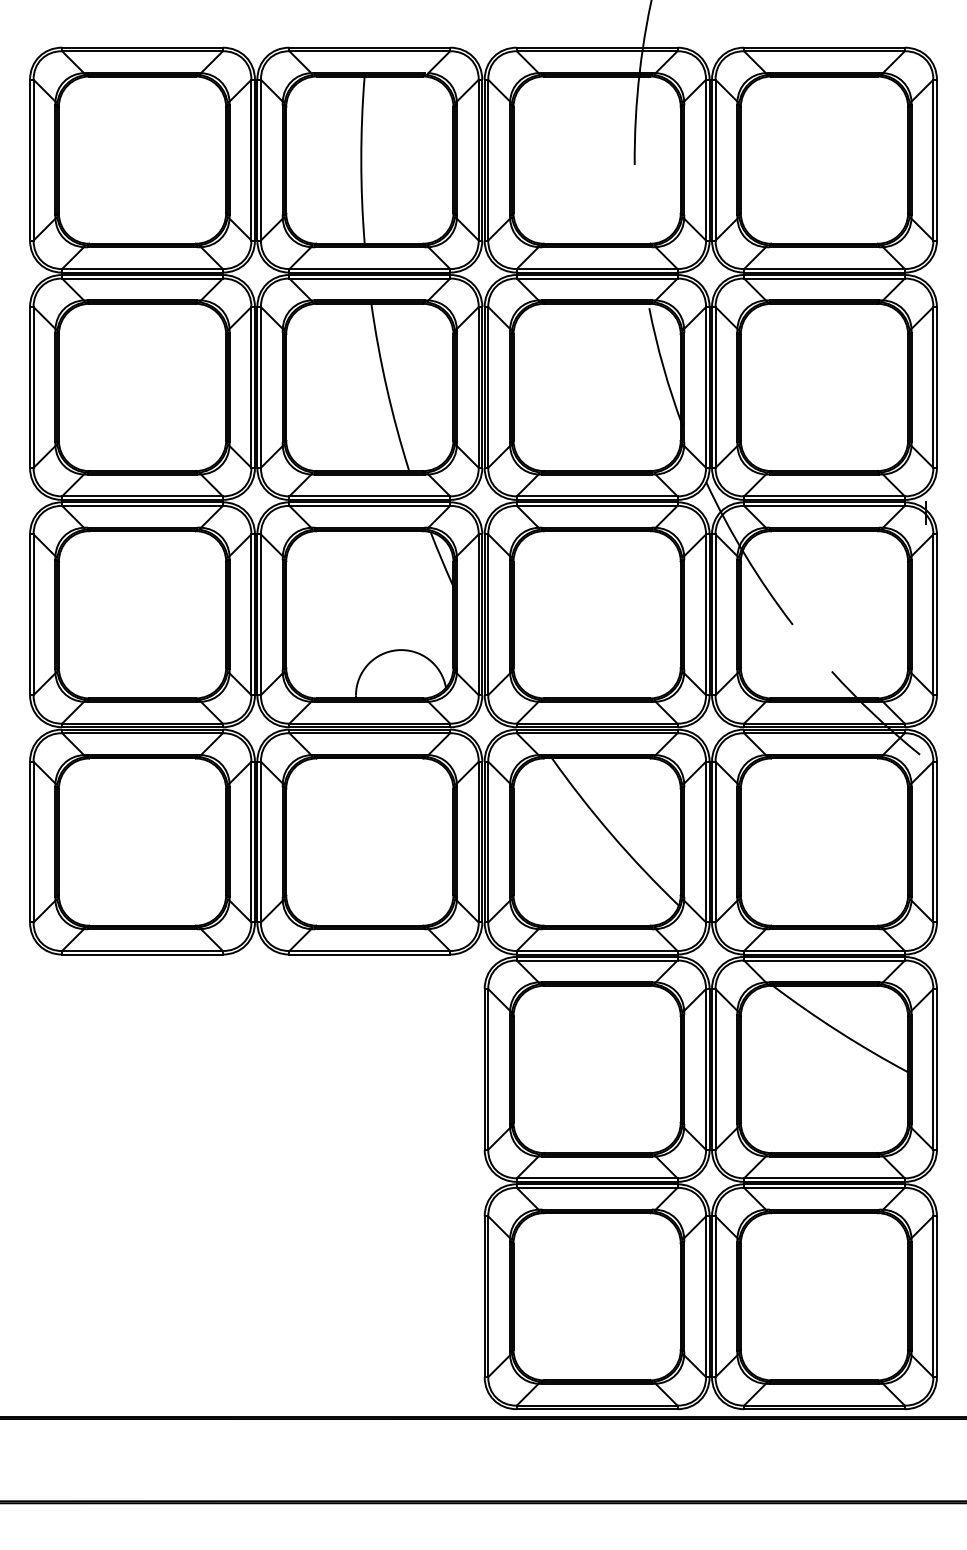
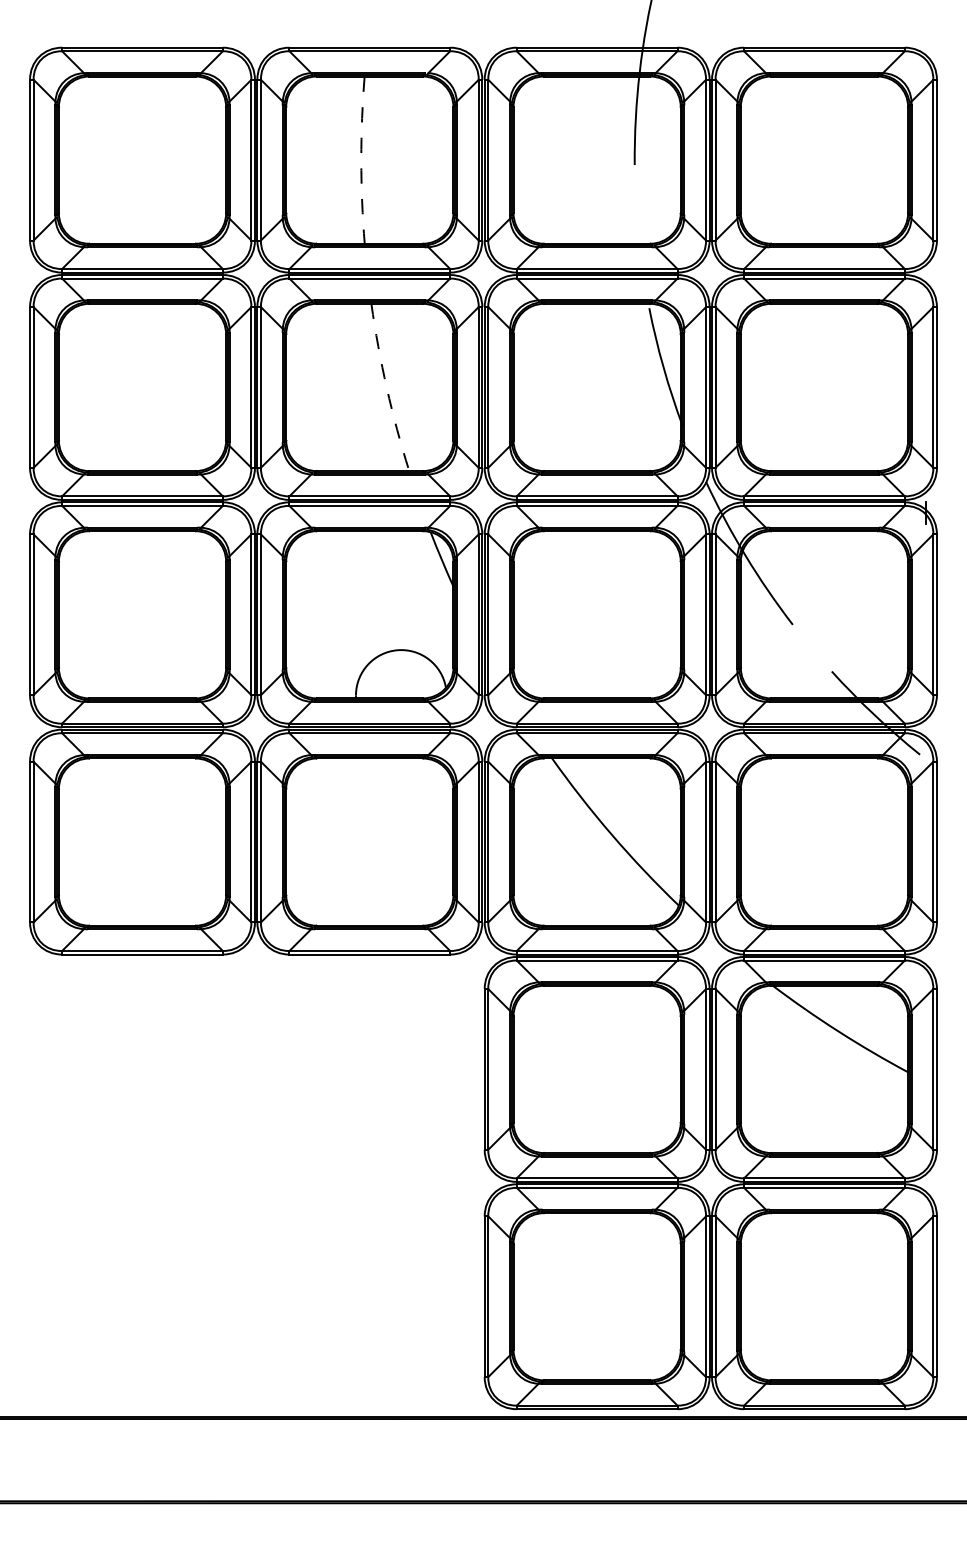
arc at (361, 160): solid -> dashed
arc at (386, 388): solid -> dashed
